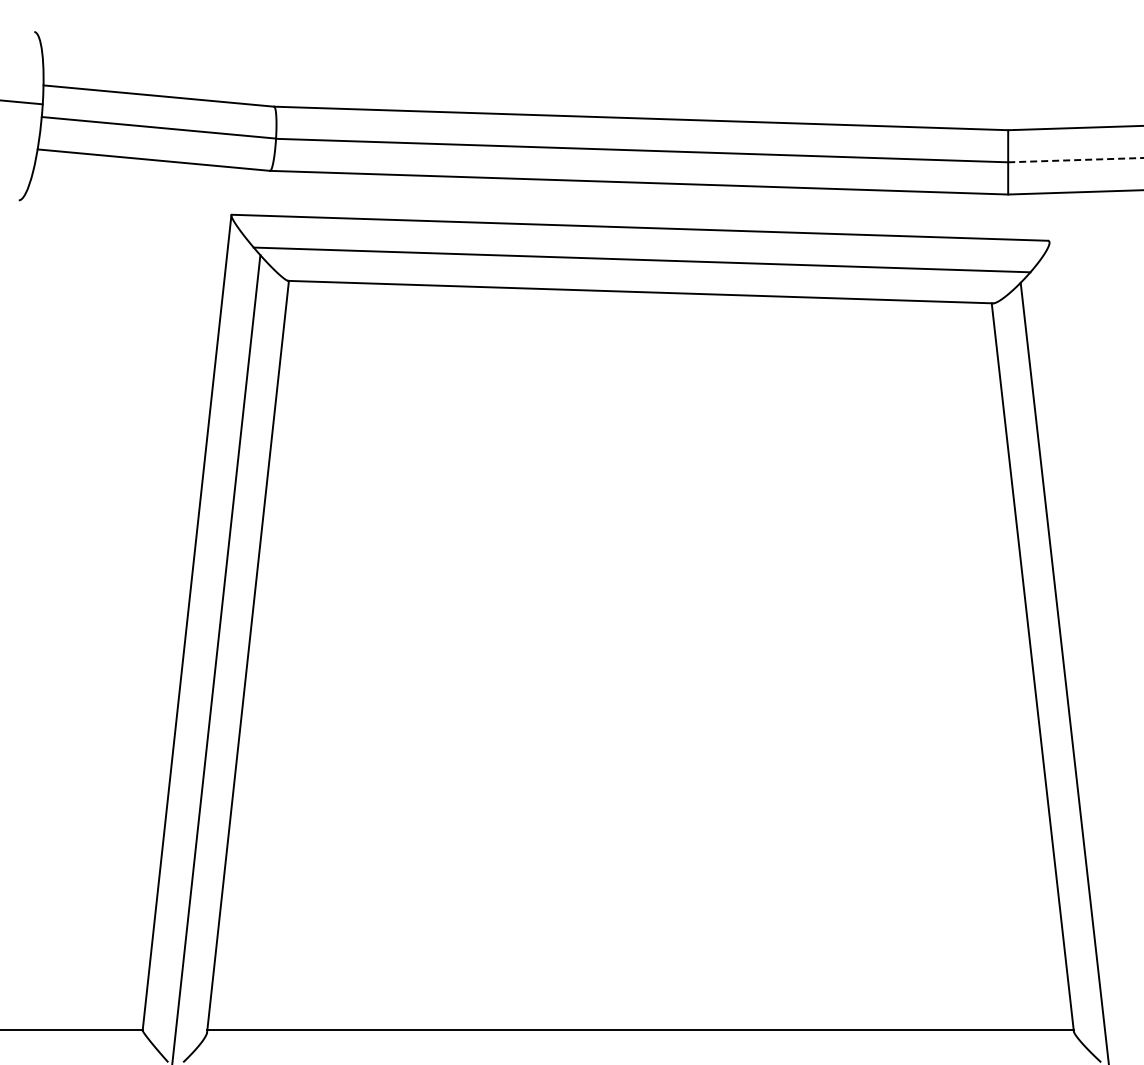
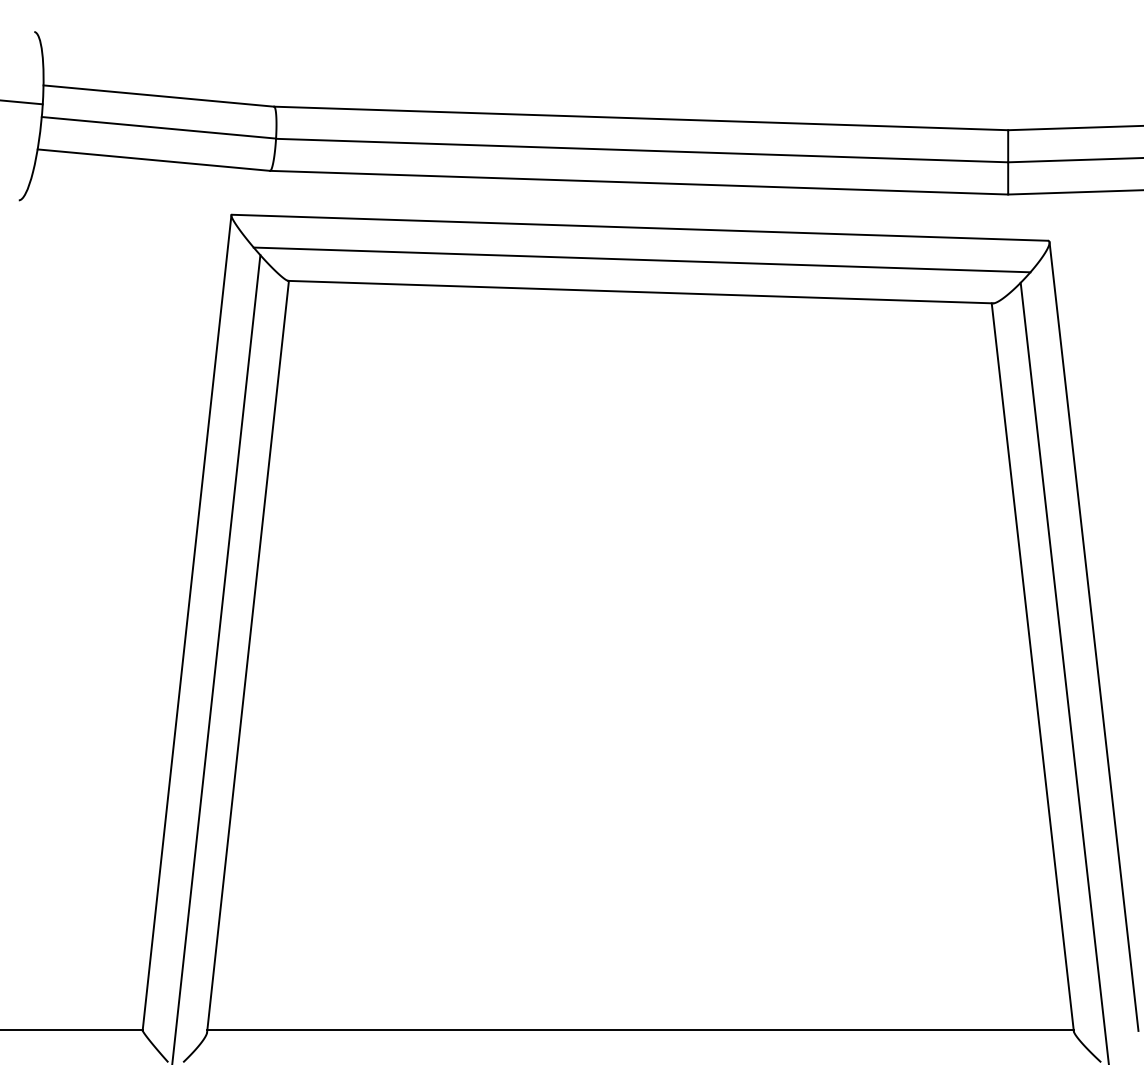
line at (1076, 160): dashed -> solid
line at (1093, 636): none -> present
